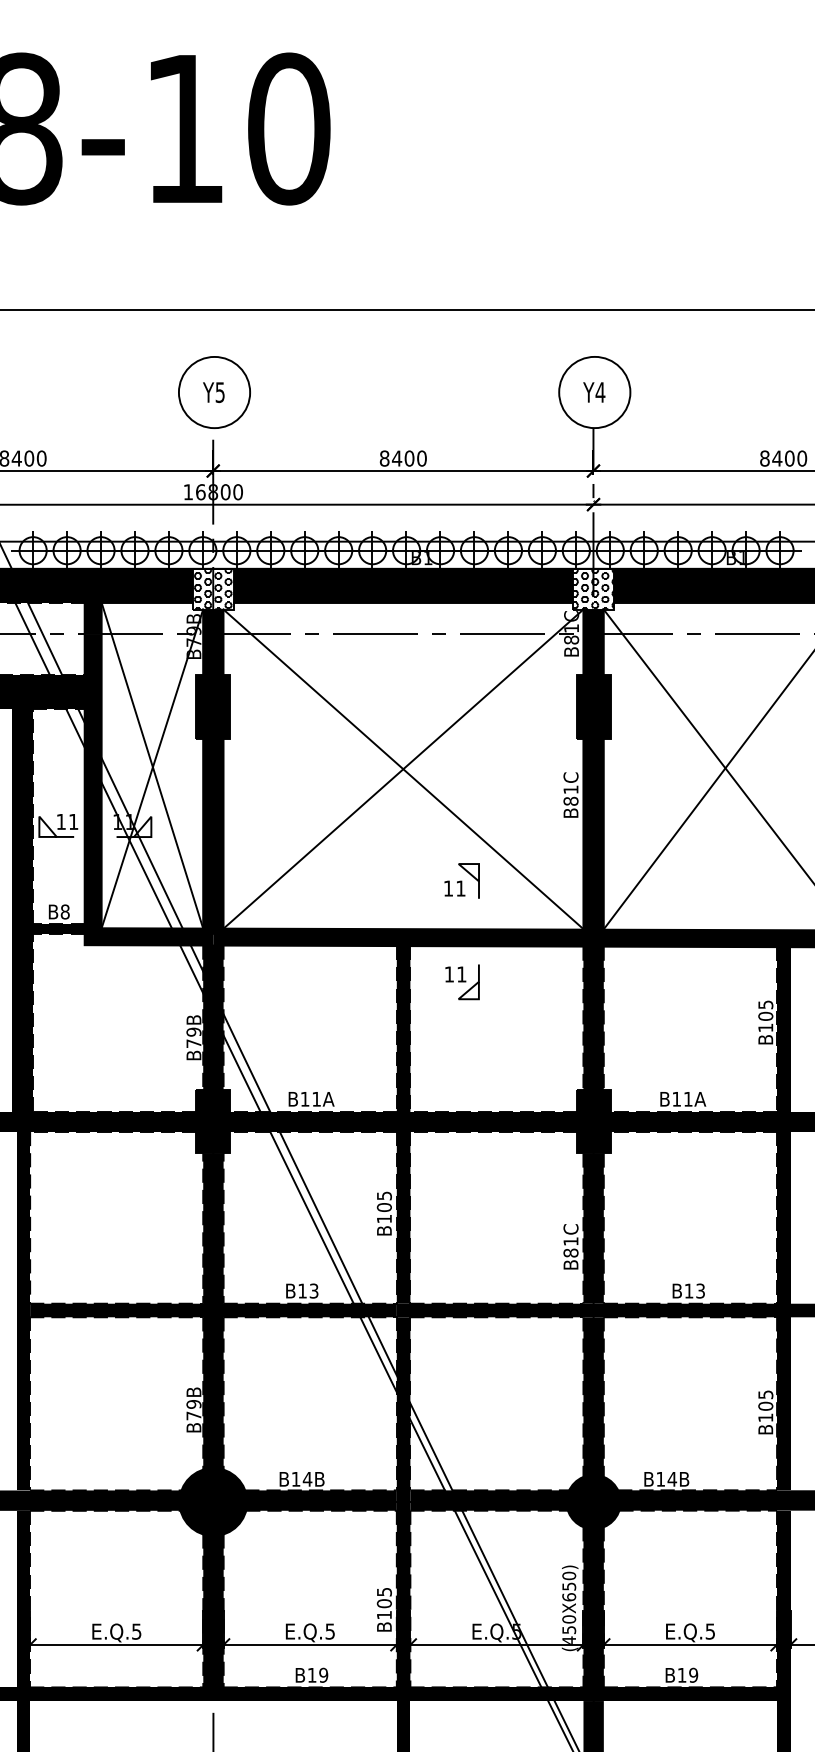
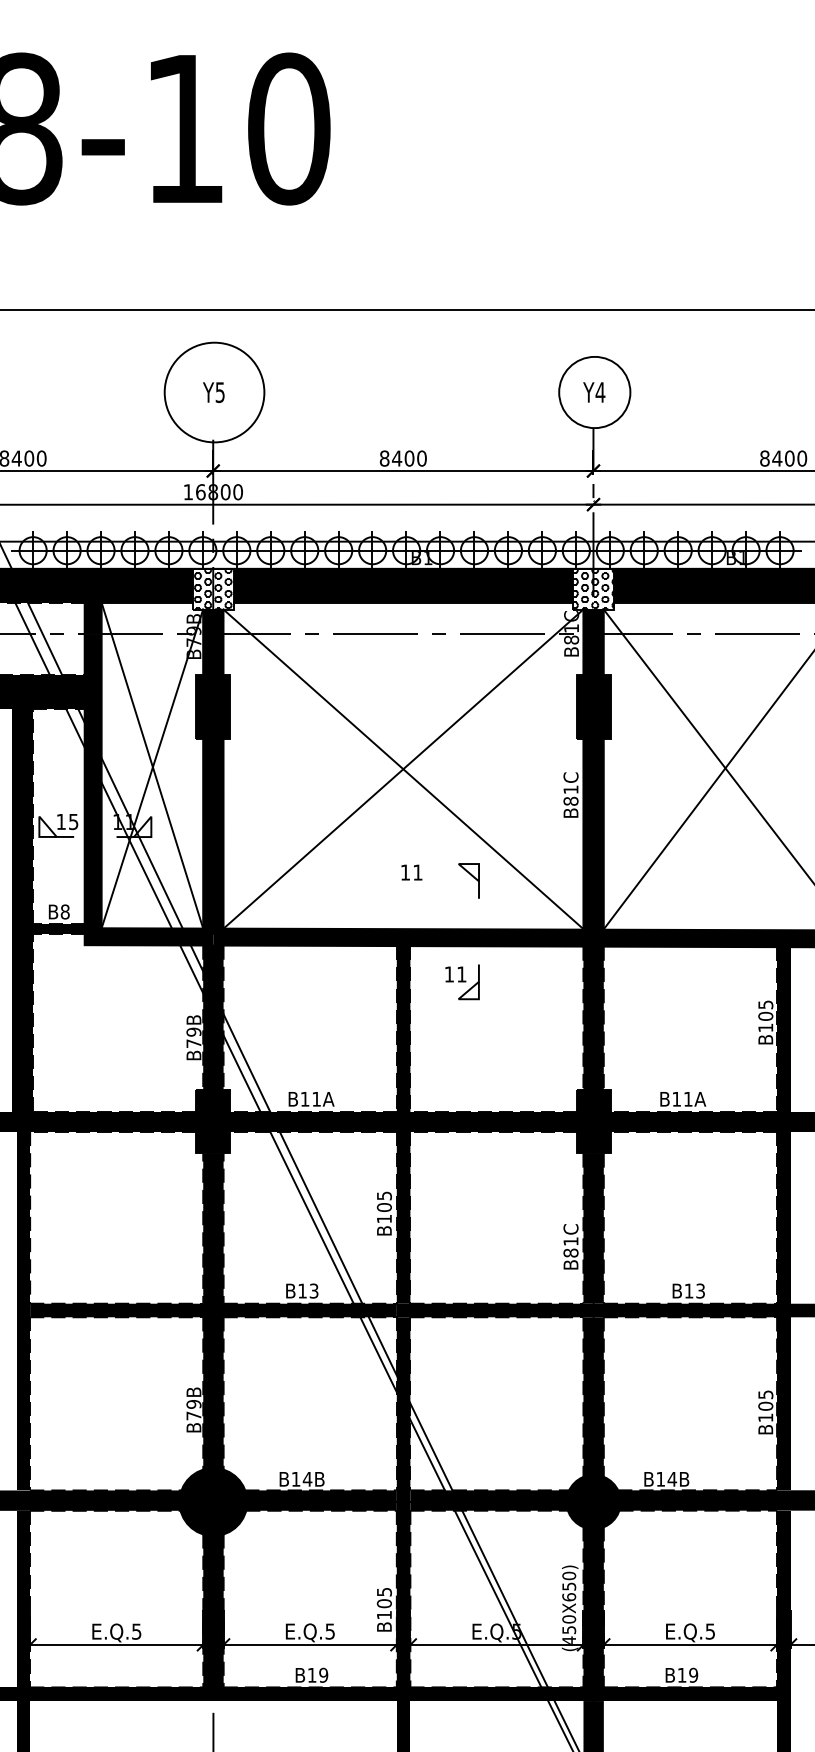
circle at (214, 392) diameter: 71 px -> 100 px
text at (73, 822): 11 -> 15
text at (454, 888) position: (454, 888) -> (411, 872)
